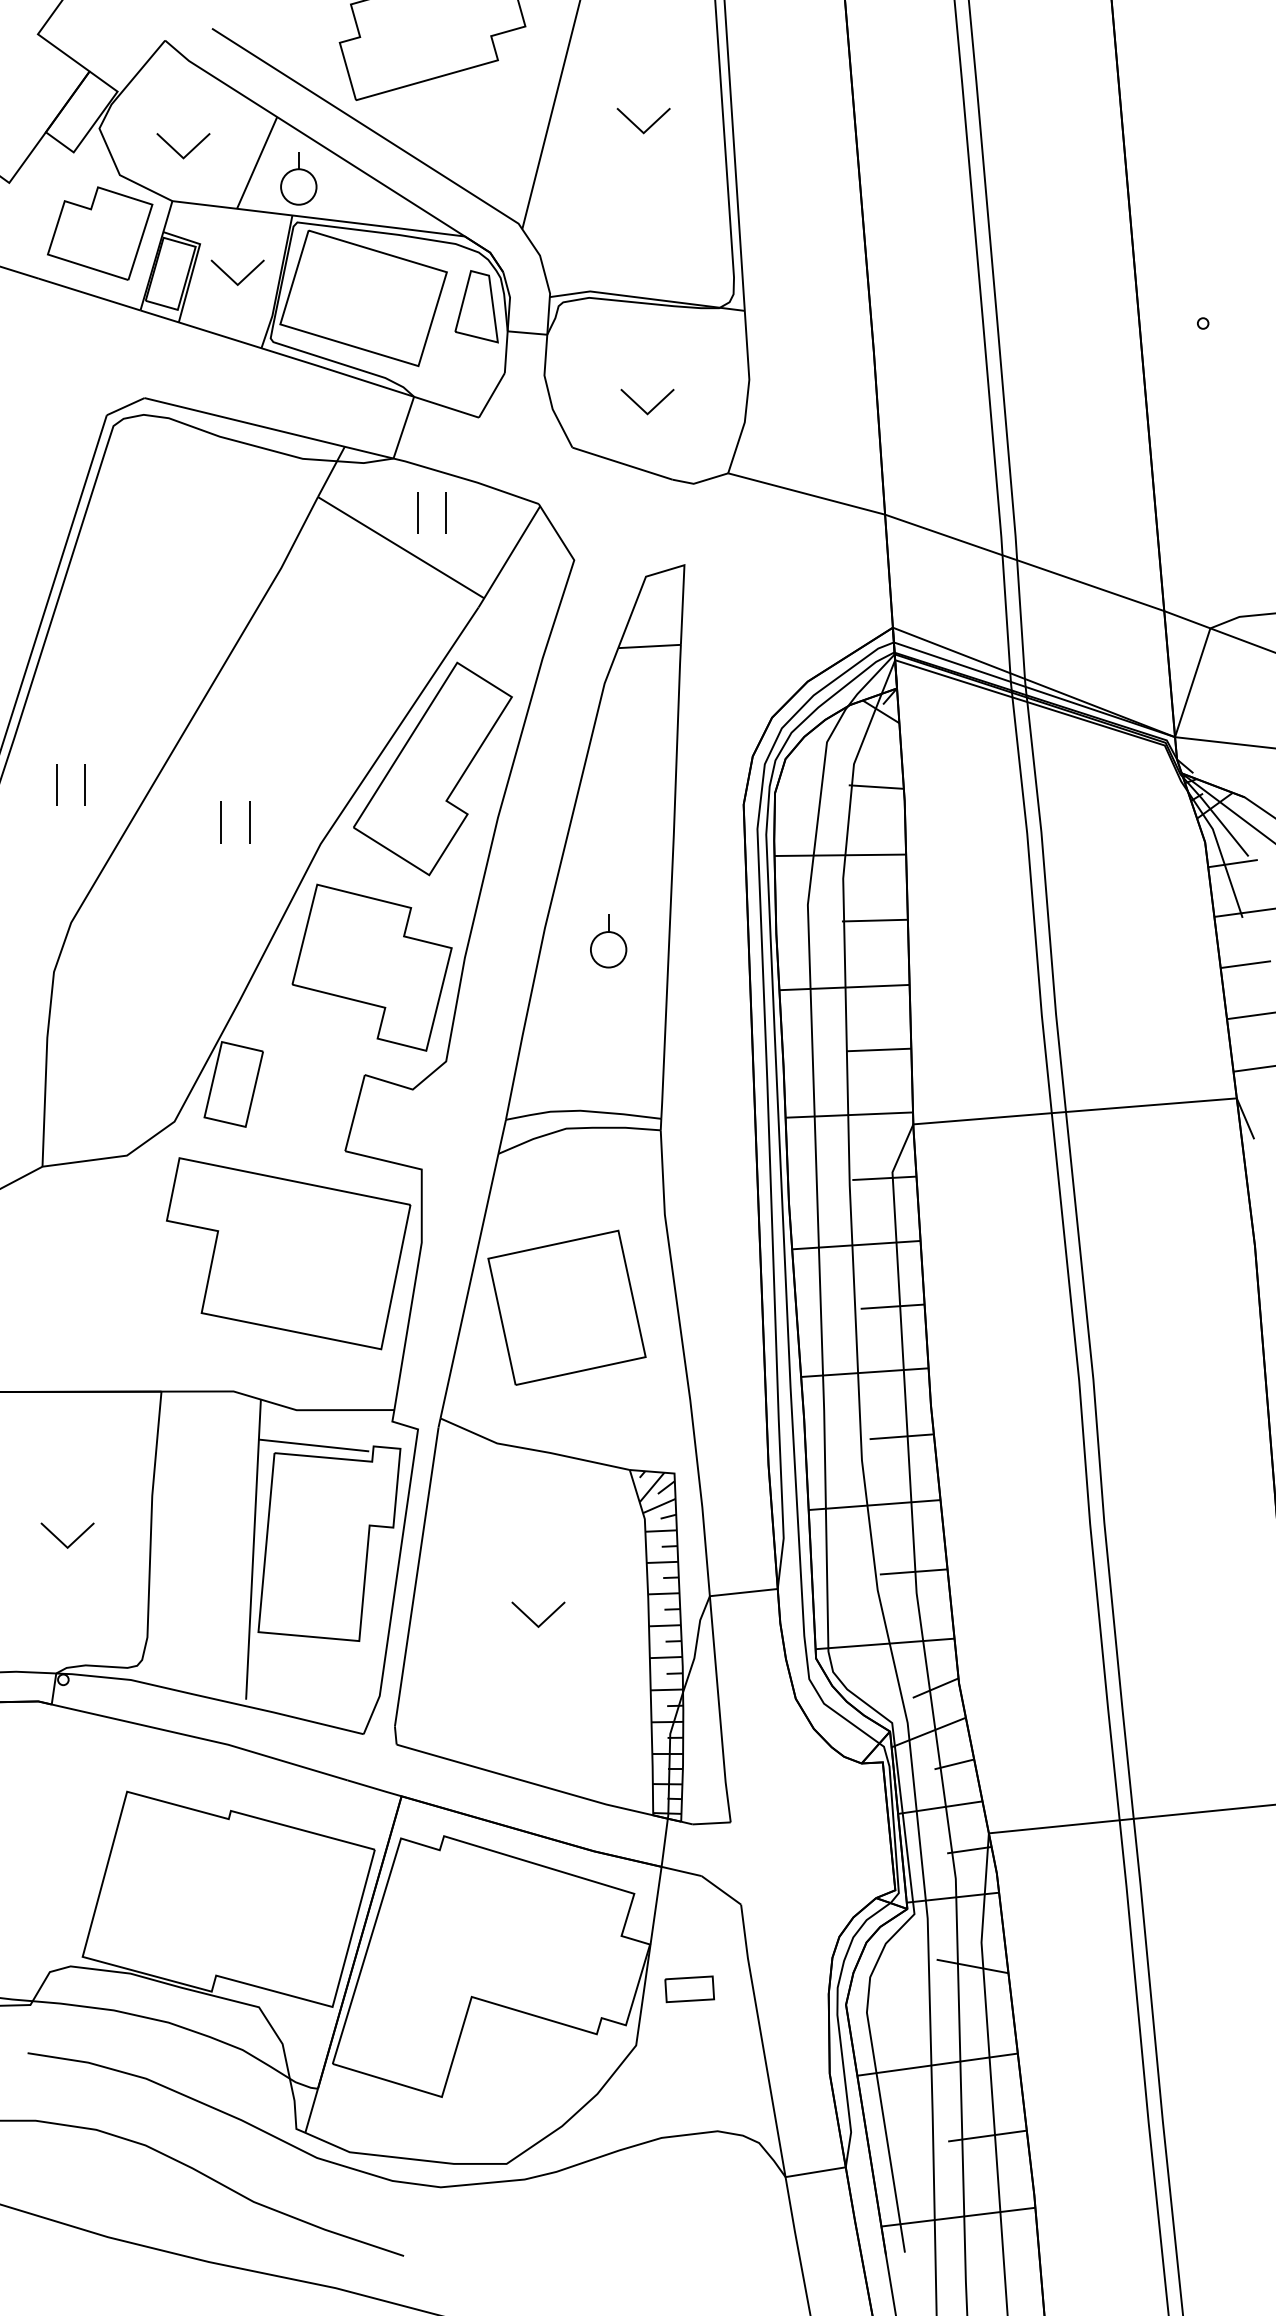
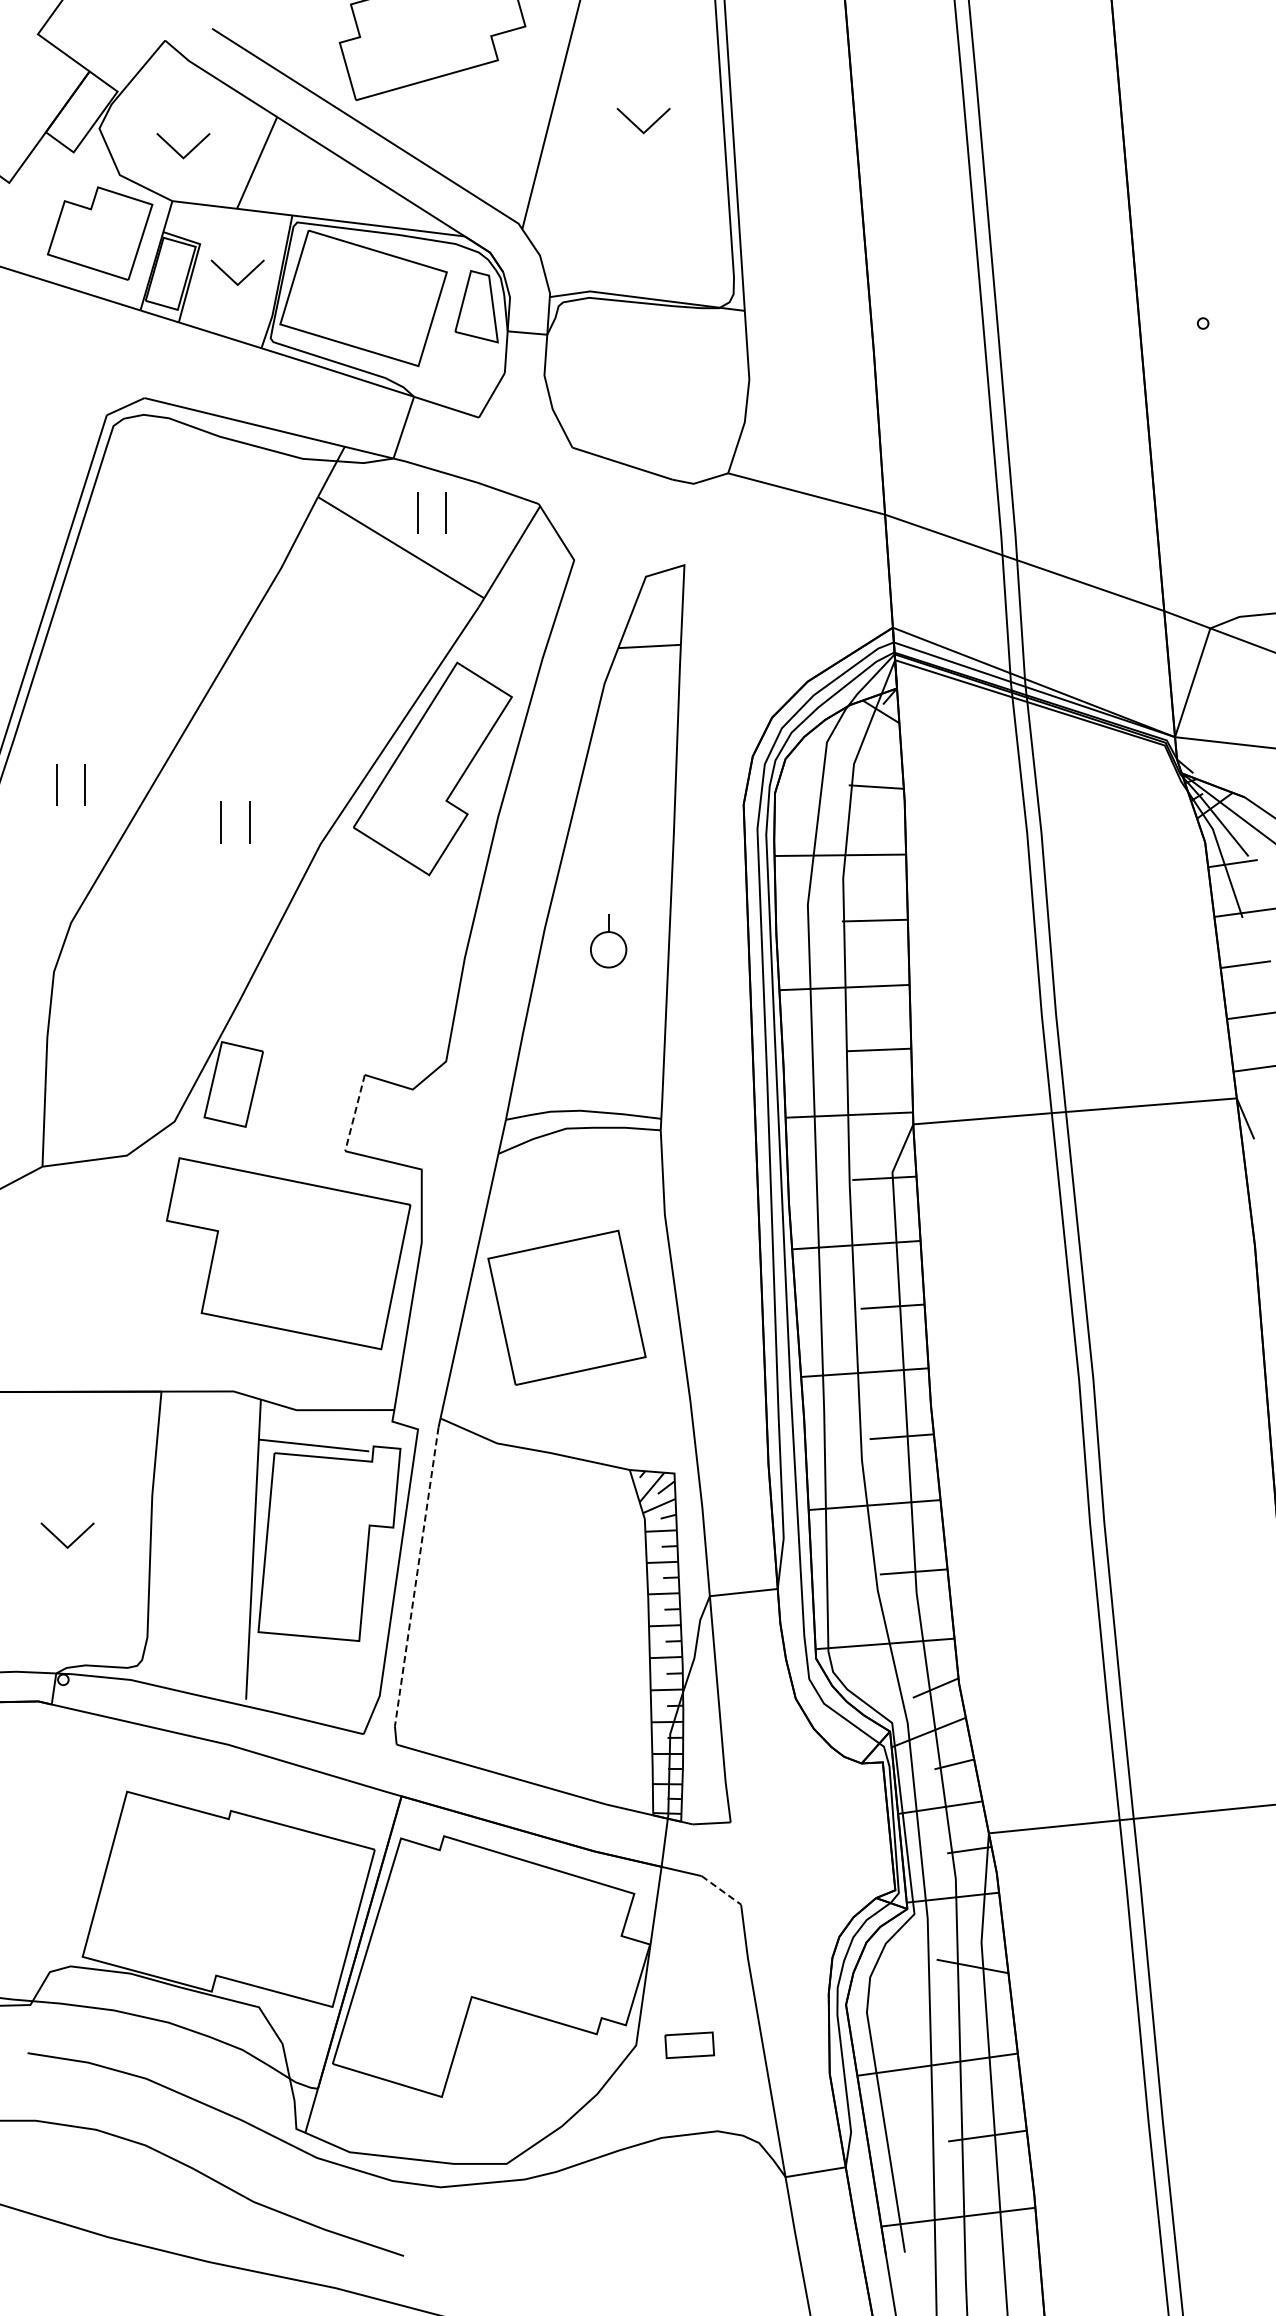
part at (298, 178): present -> none
part at (641, 407): present -> none
part at (371, 967): present -> none
line at (354, 1113): solid -> dashed
line at (416, 1577): solid -> dashed
part at (533, 1620): present -> none
line at (721, 1890): solid -> dashed
part at (689, 1989) position: (689, 1989) -> (689, 2045)
